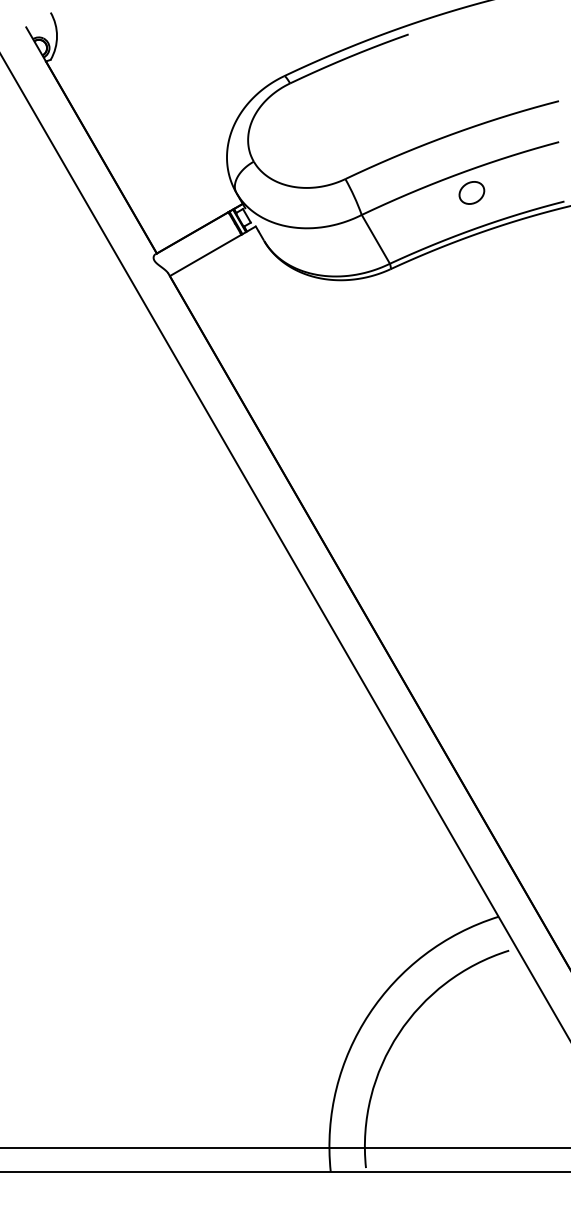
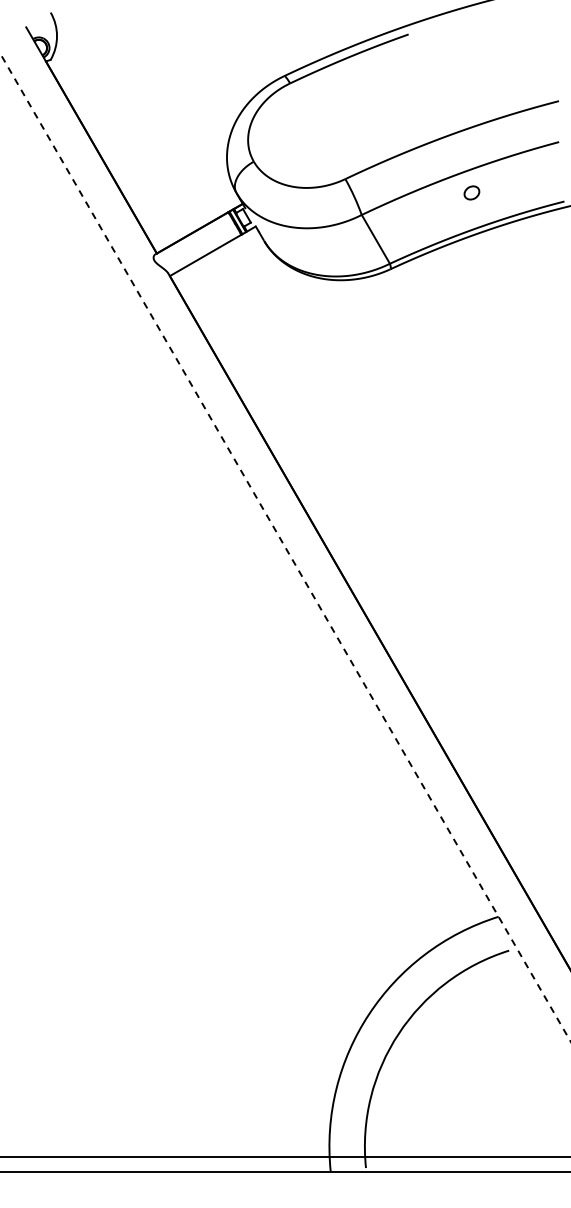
part at (471, 192) size: 28x24 px -> 18x16 px
line at (285, 548): solid -> dashed
line at (284, 1148) position: (284, 1148) -> (284, 1157)
